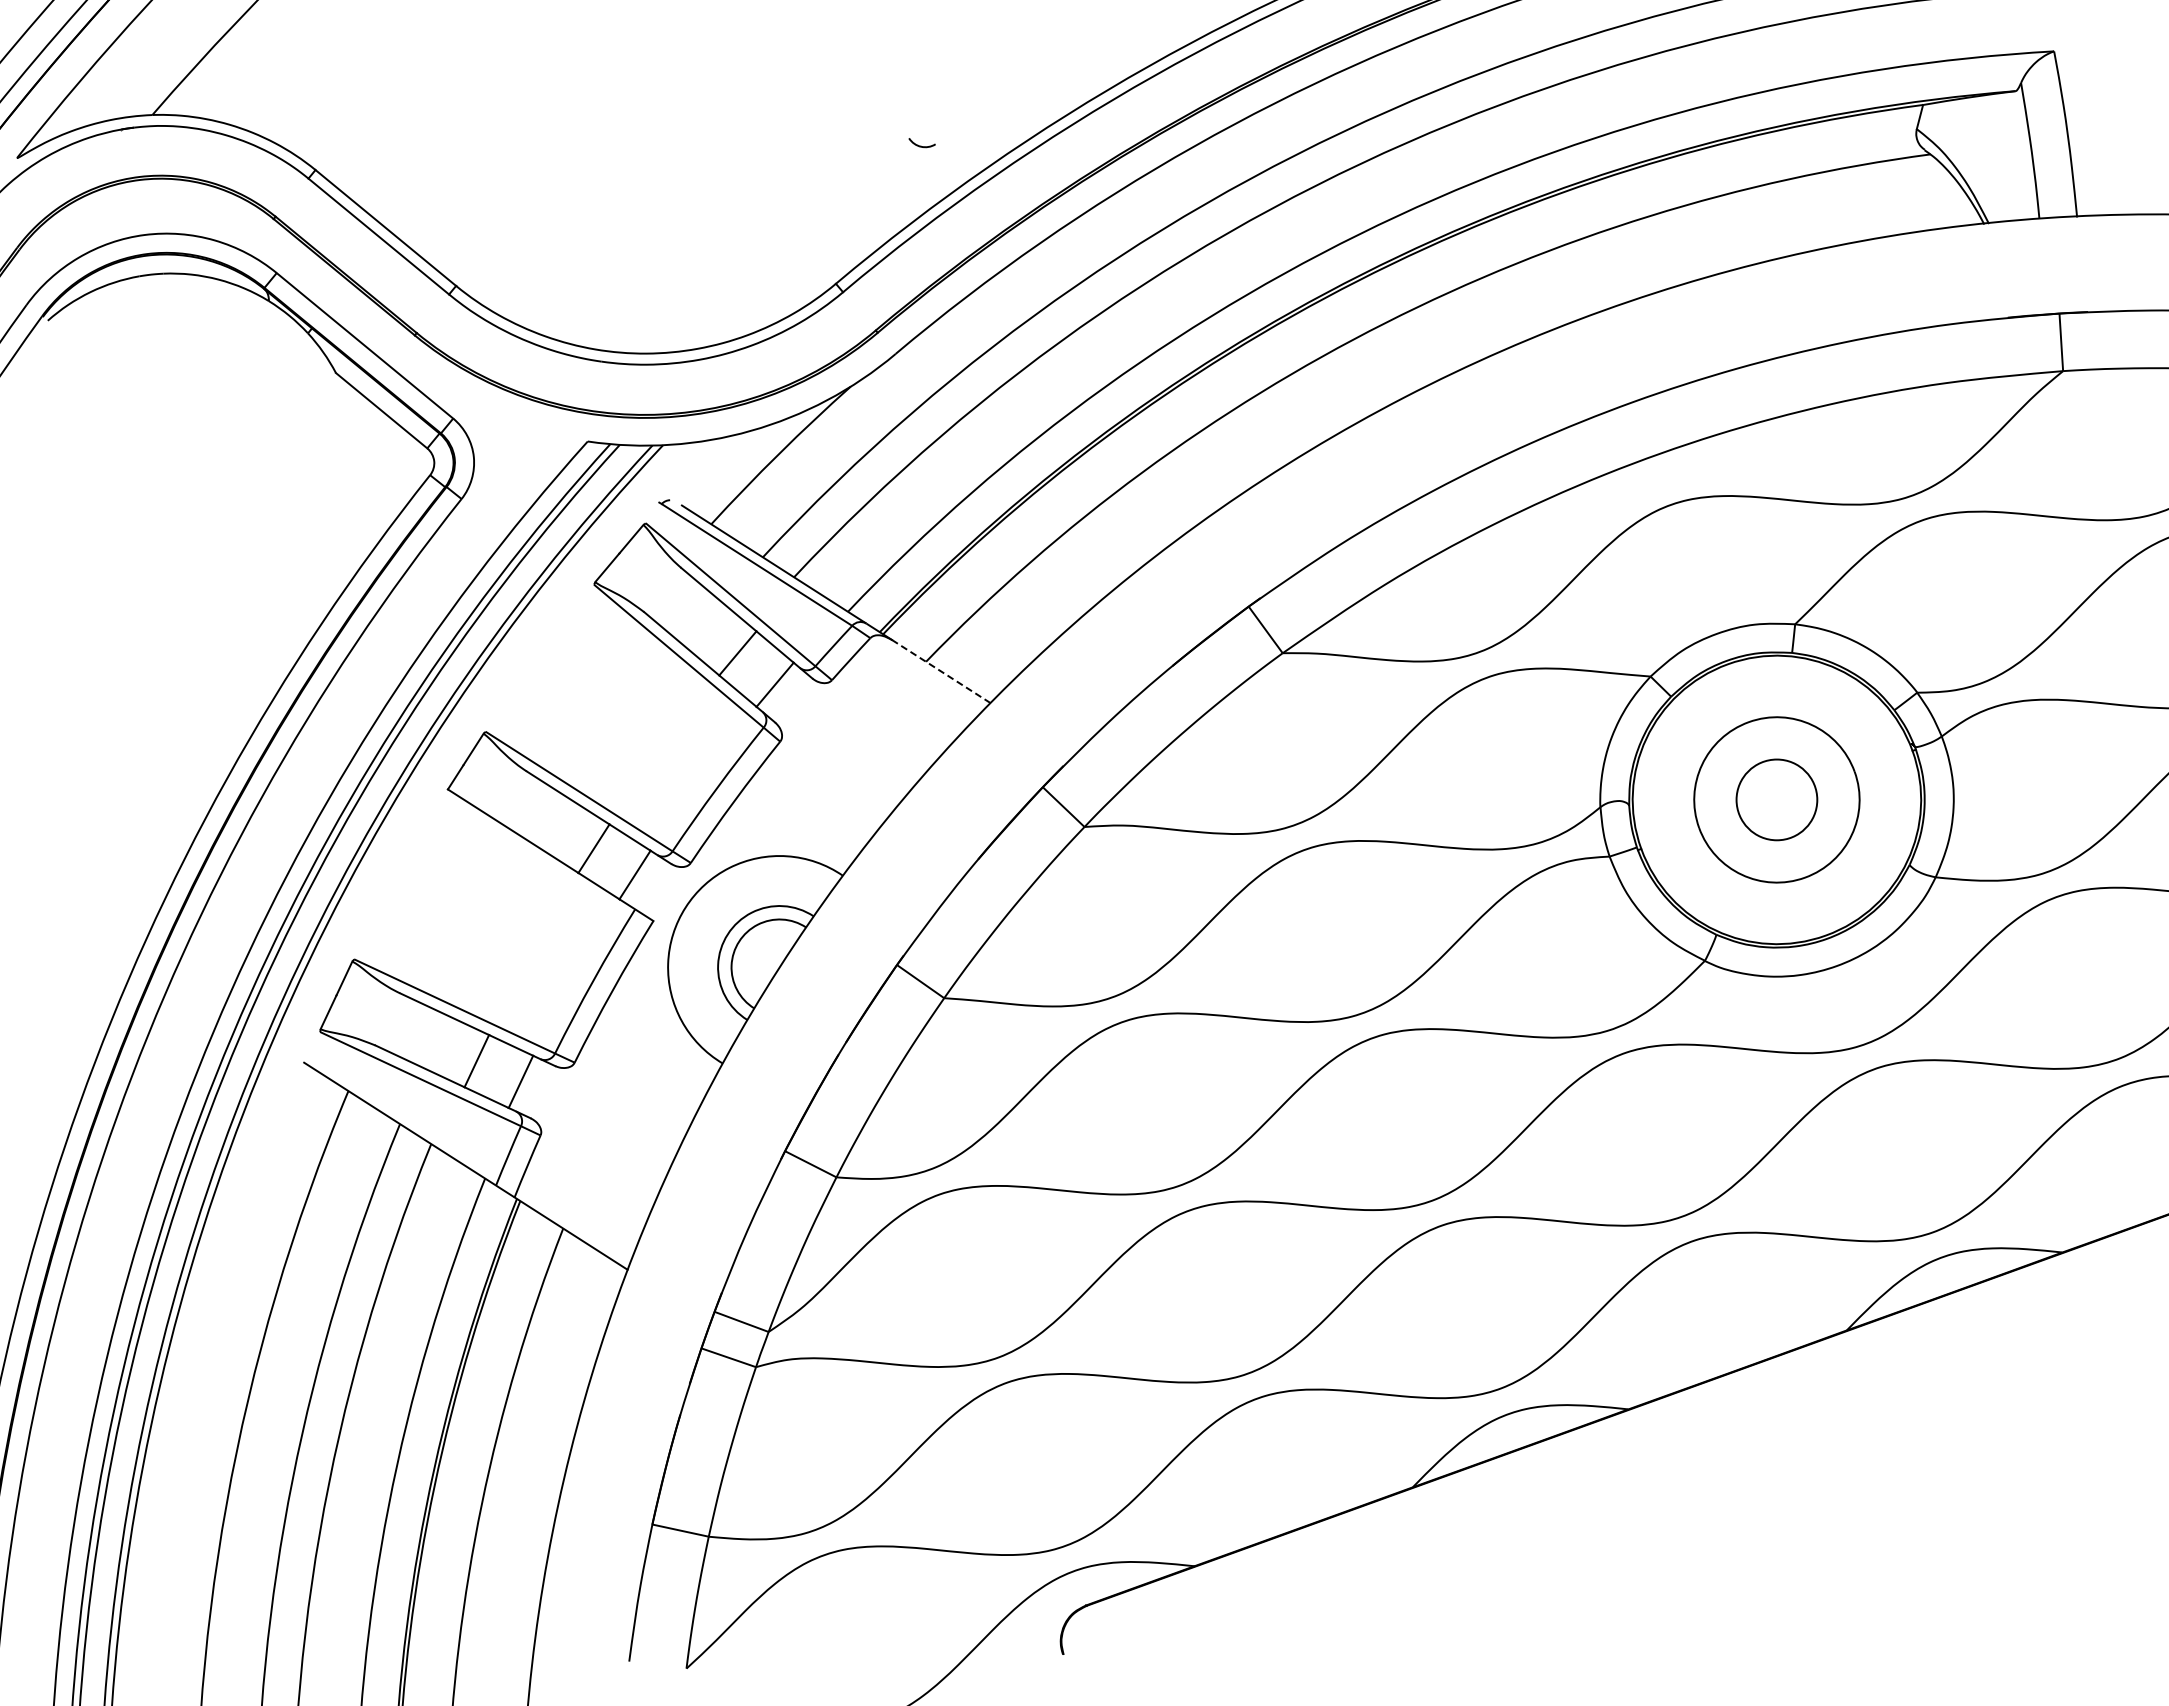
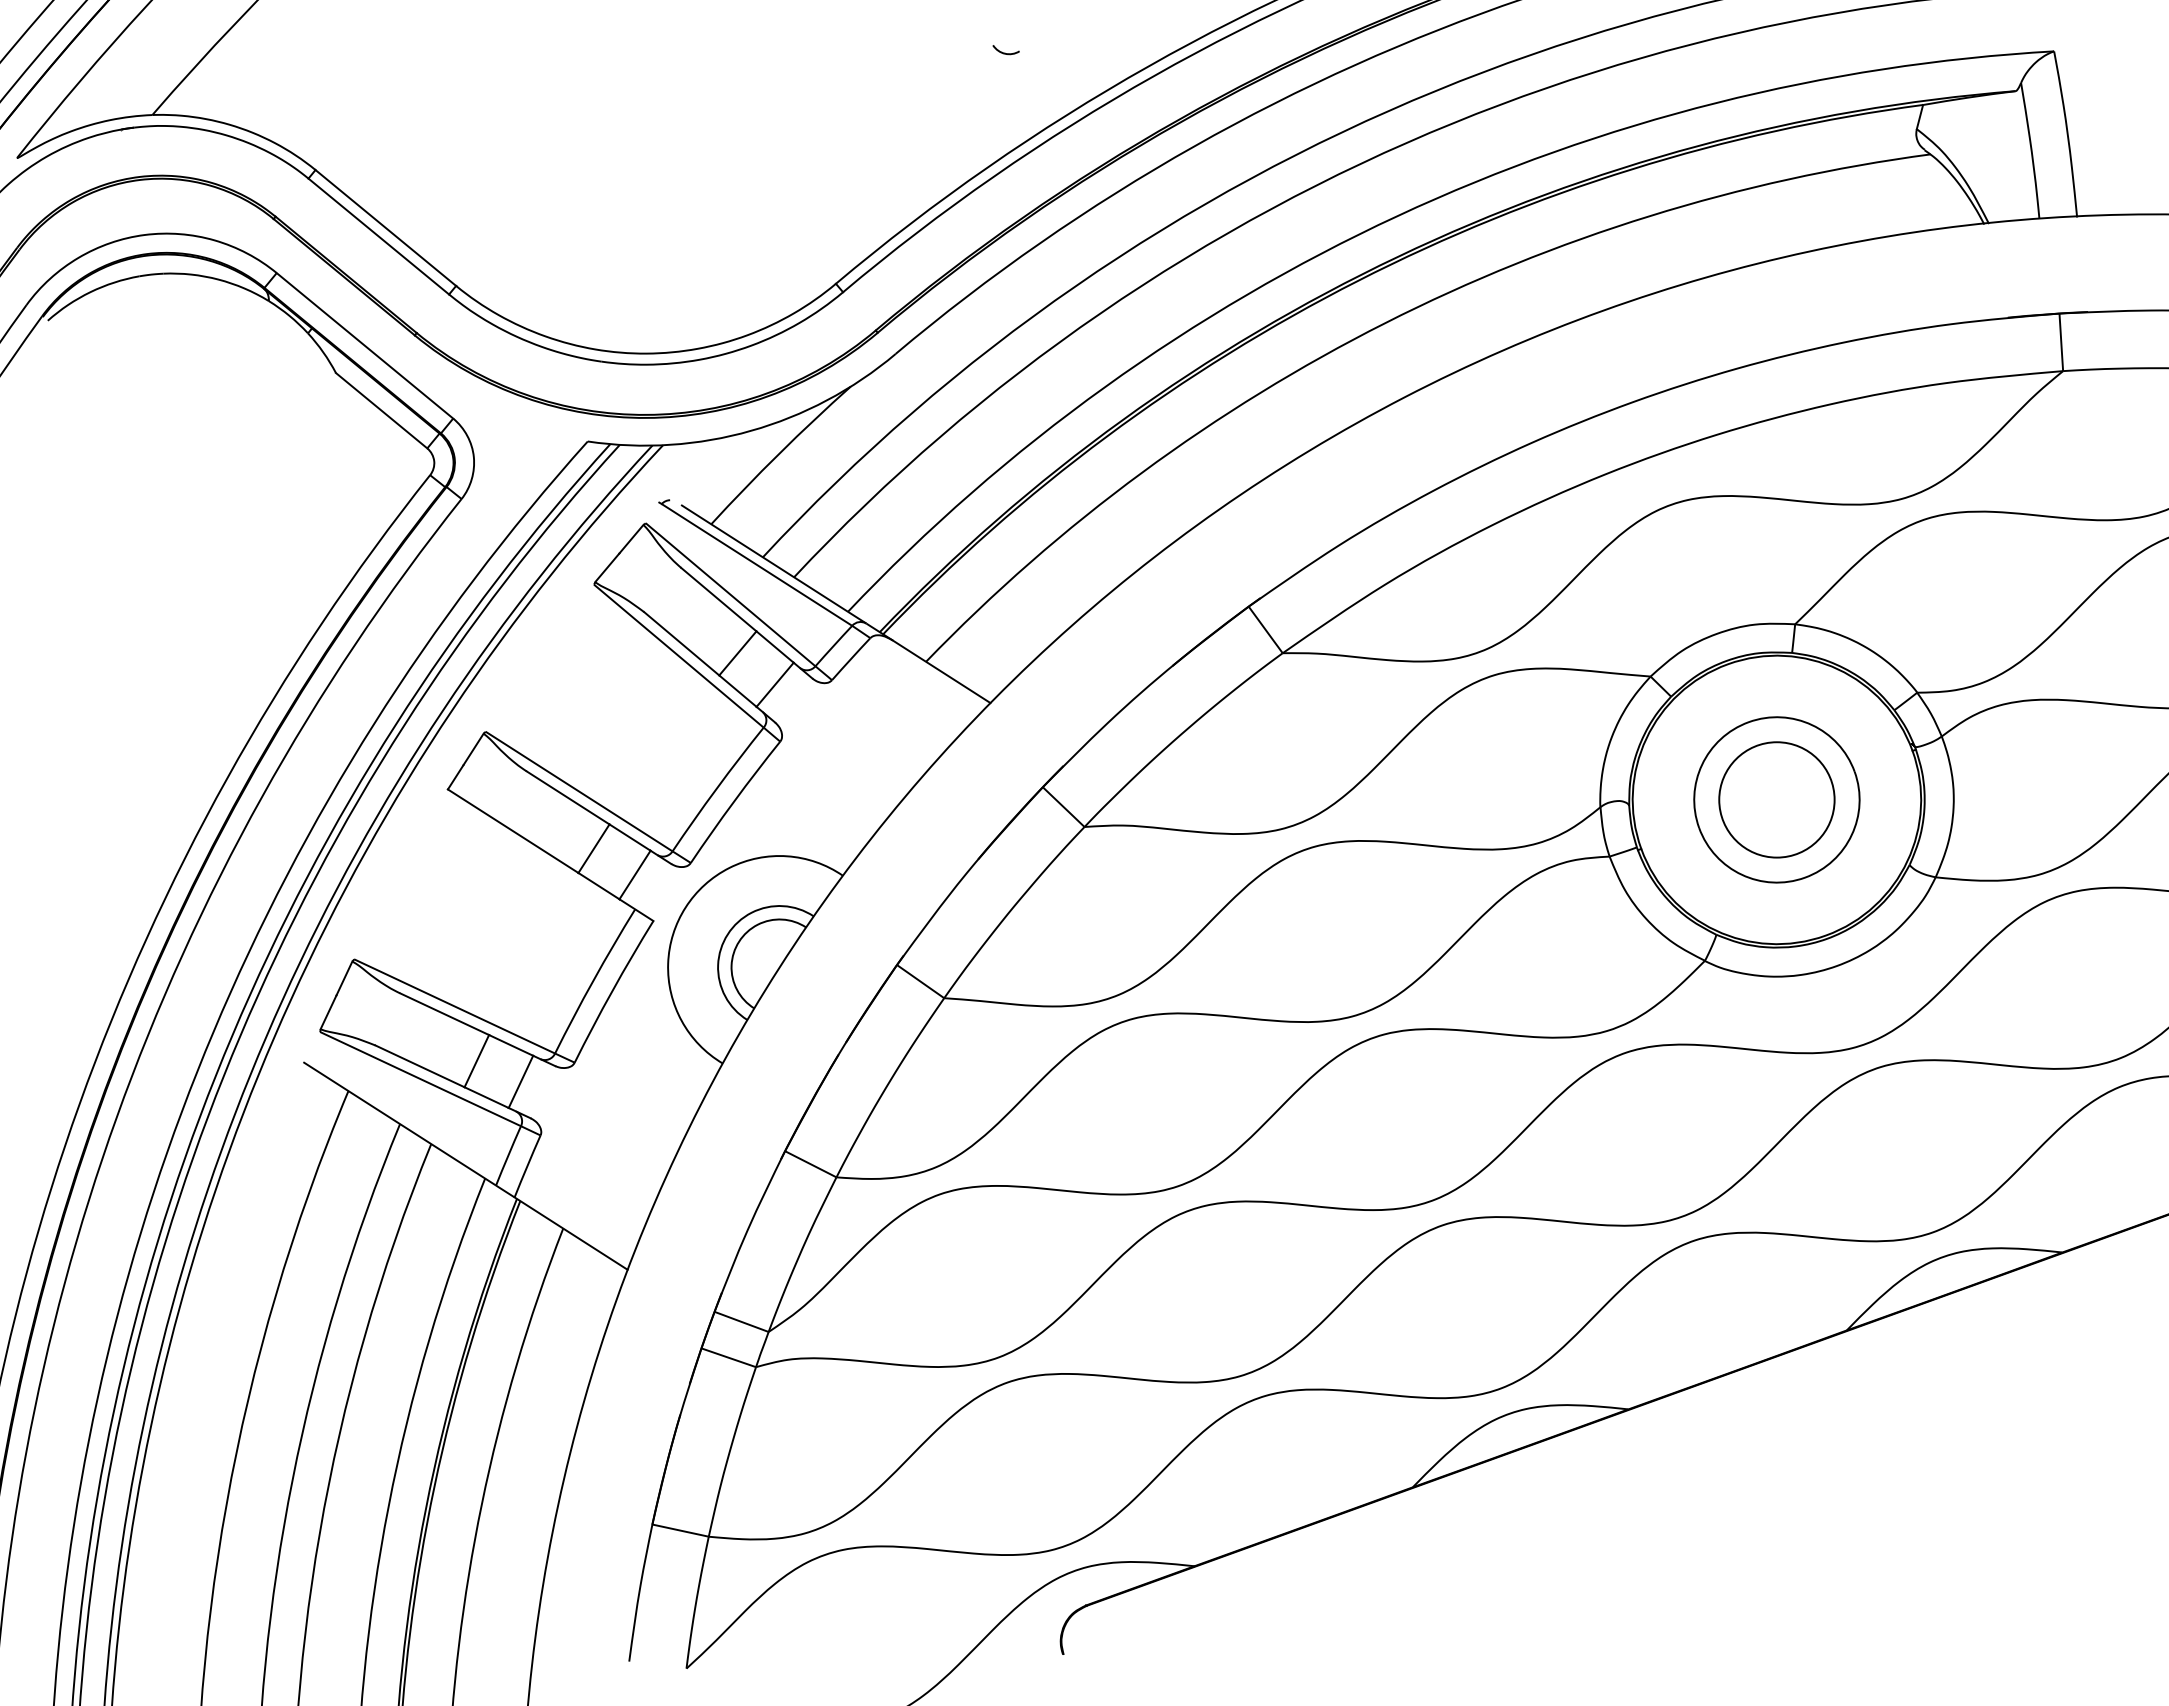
arc at (921, 145) position: (921, 145) -> (1005, 52)
line at (941, 671): dashed -> solid
circle at (1776, 799) diameter: 81 px -> 115 px
